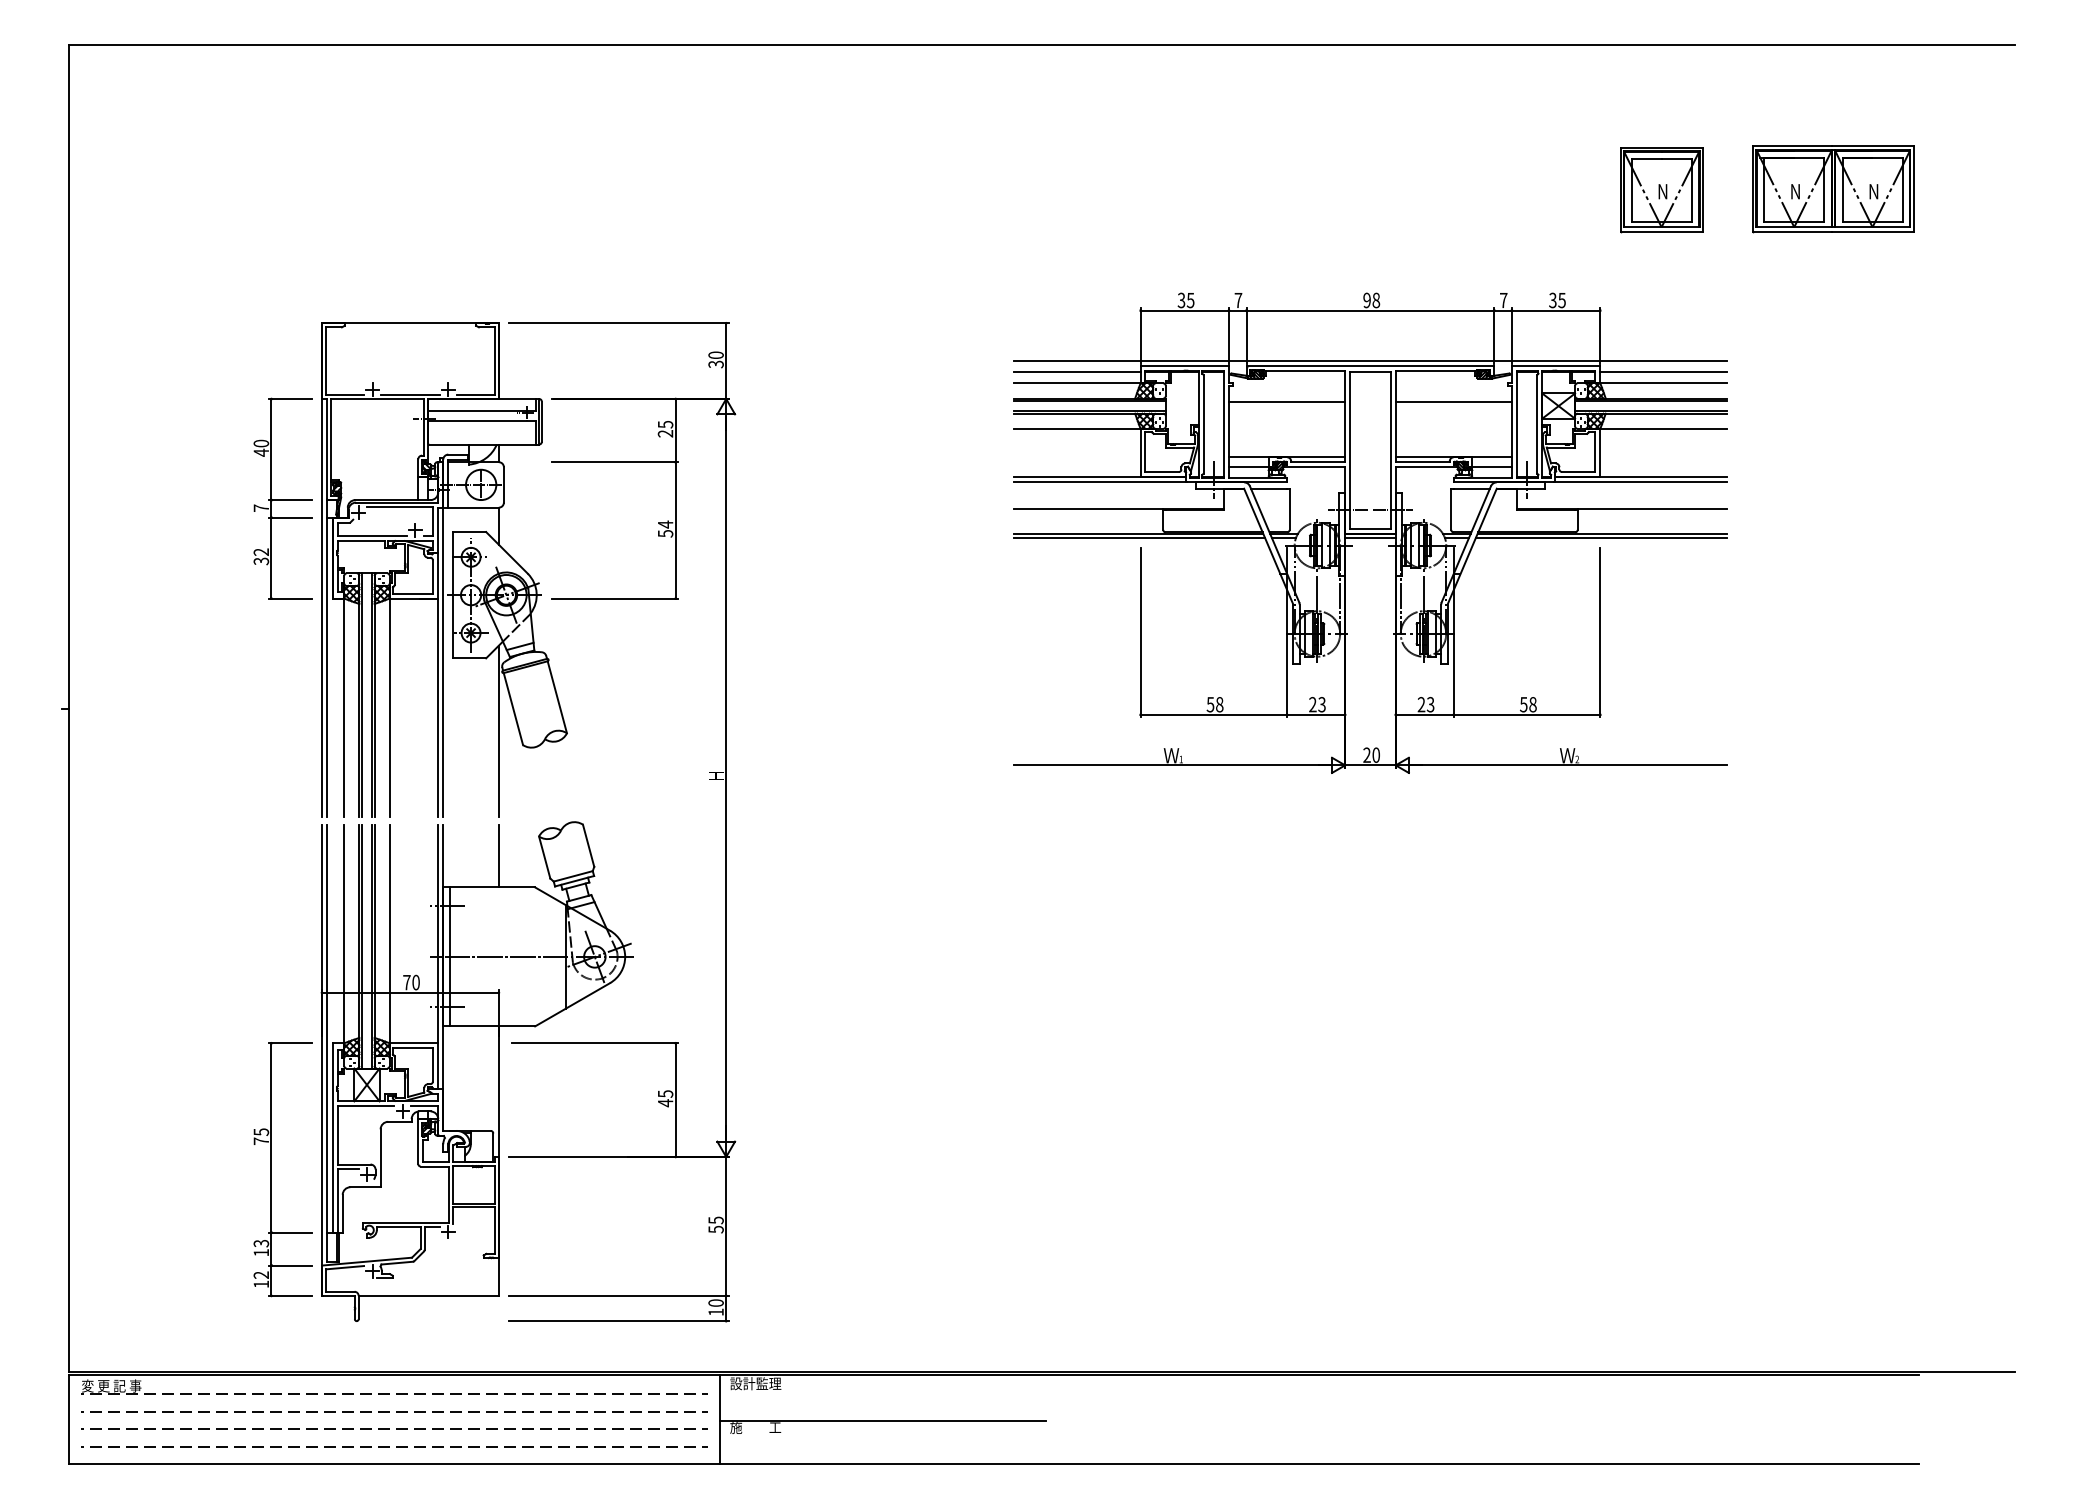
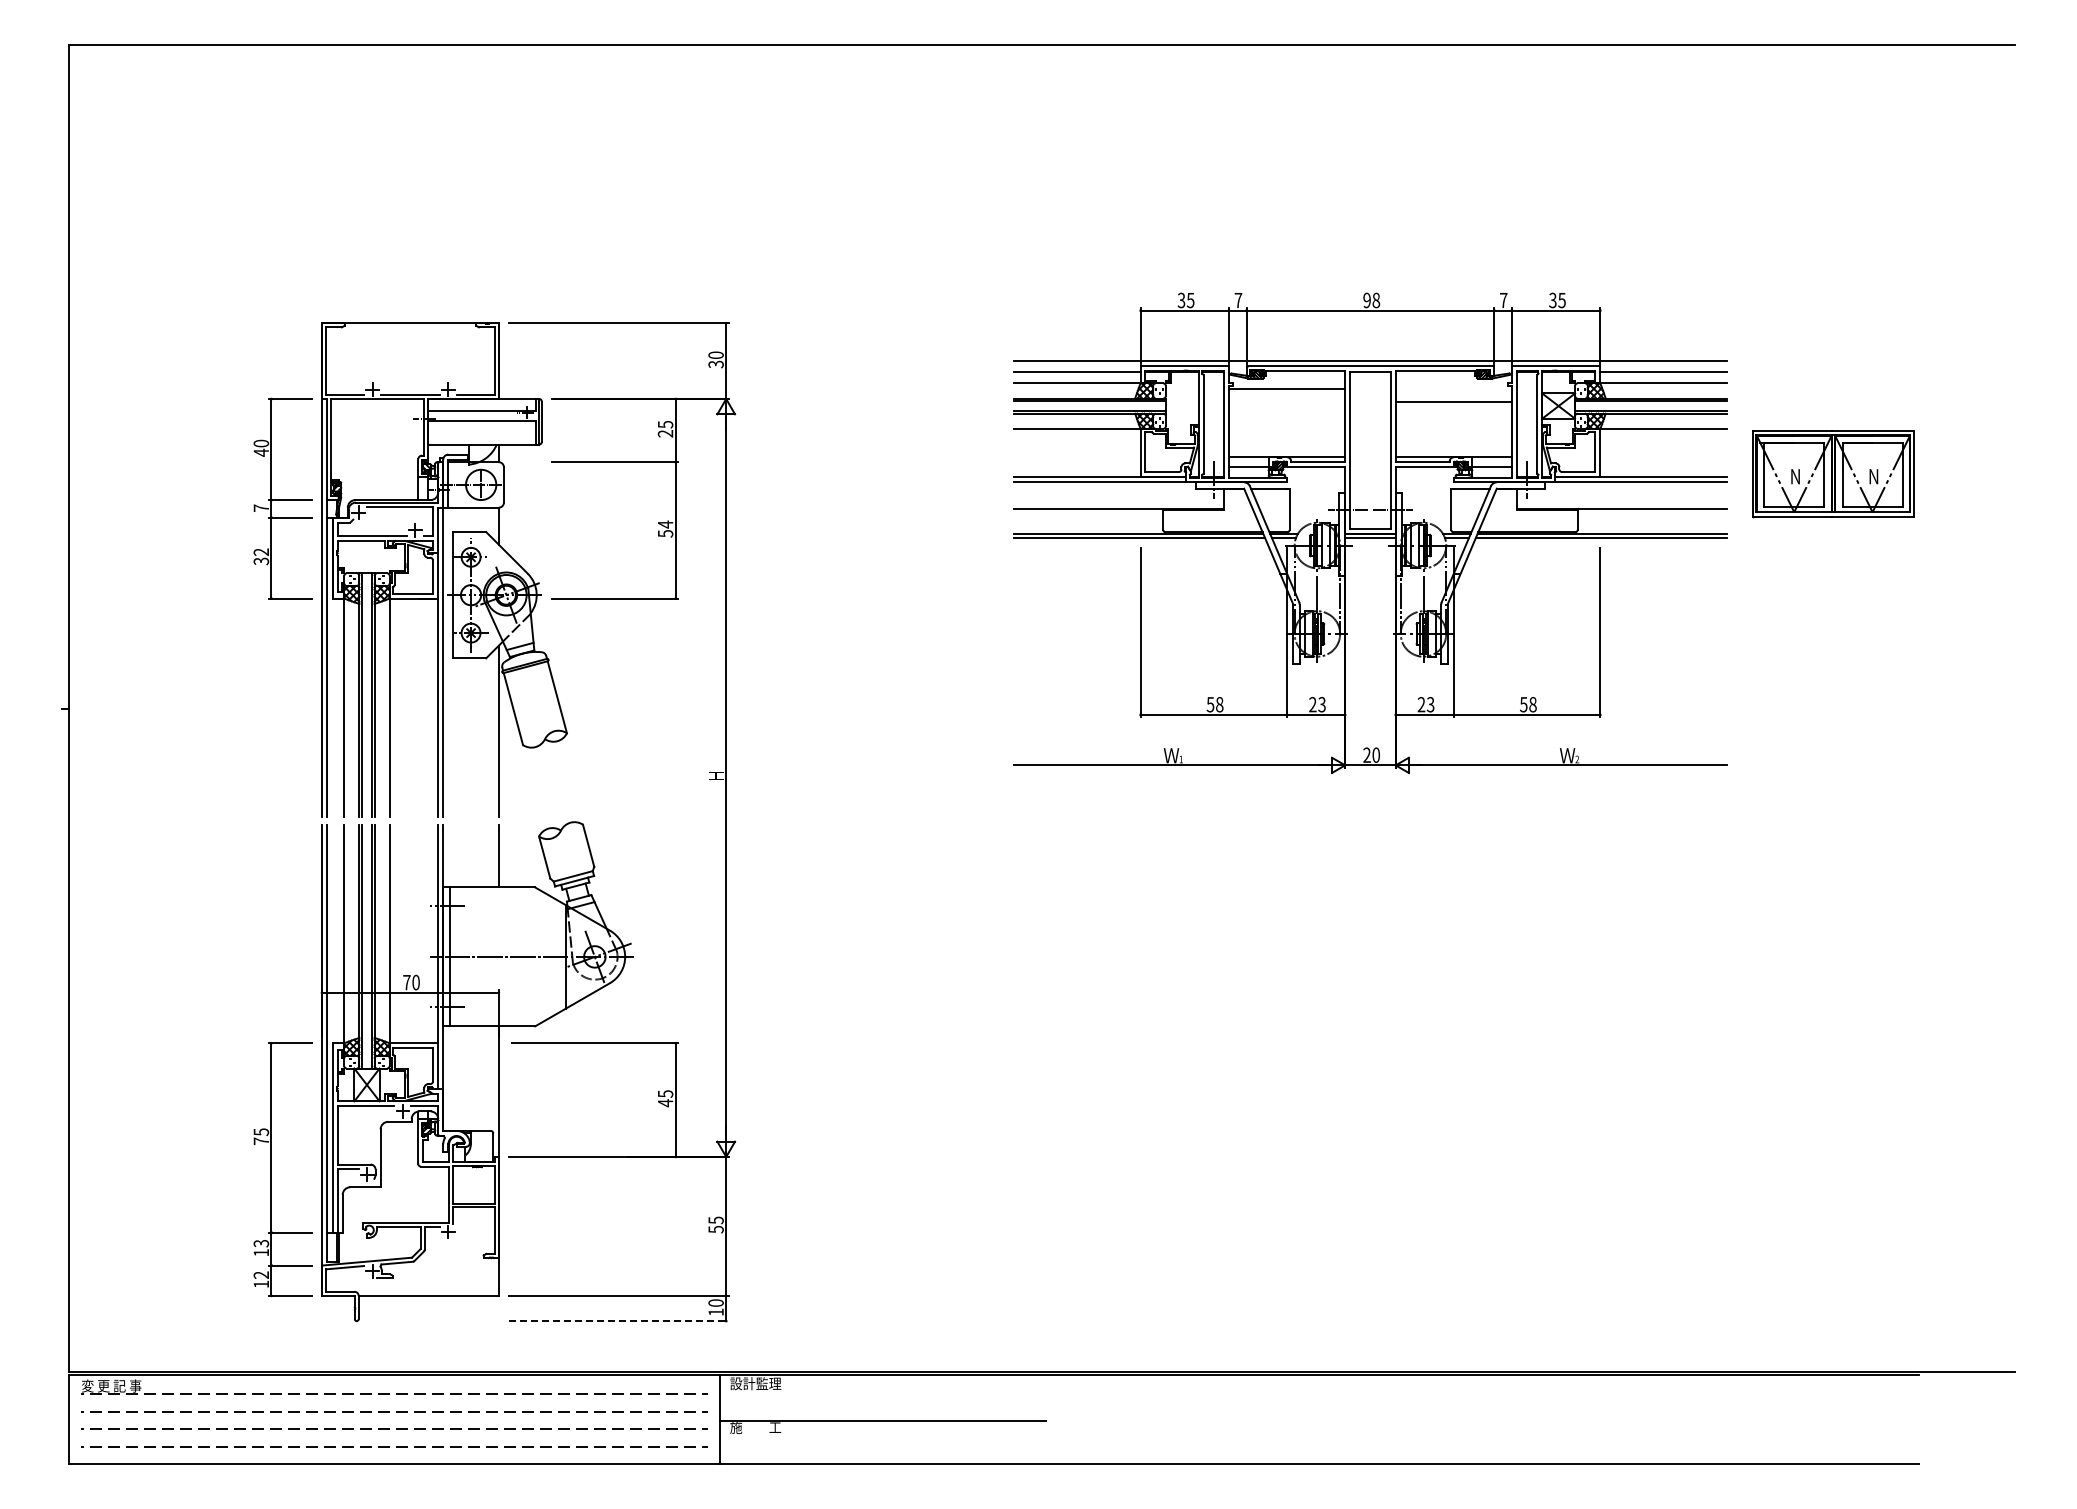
part at (1833, 189) position: (1833, 189) -> (1833, 474)
part at (1661, 190): present -> none
line at (1286, 402) position: (1286, 402) -> (1286, 389)
line at (618, 1321): solid -> dashed
